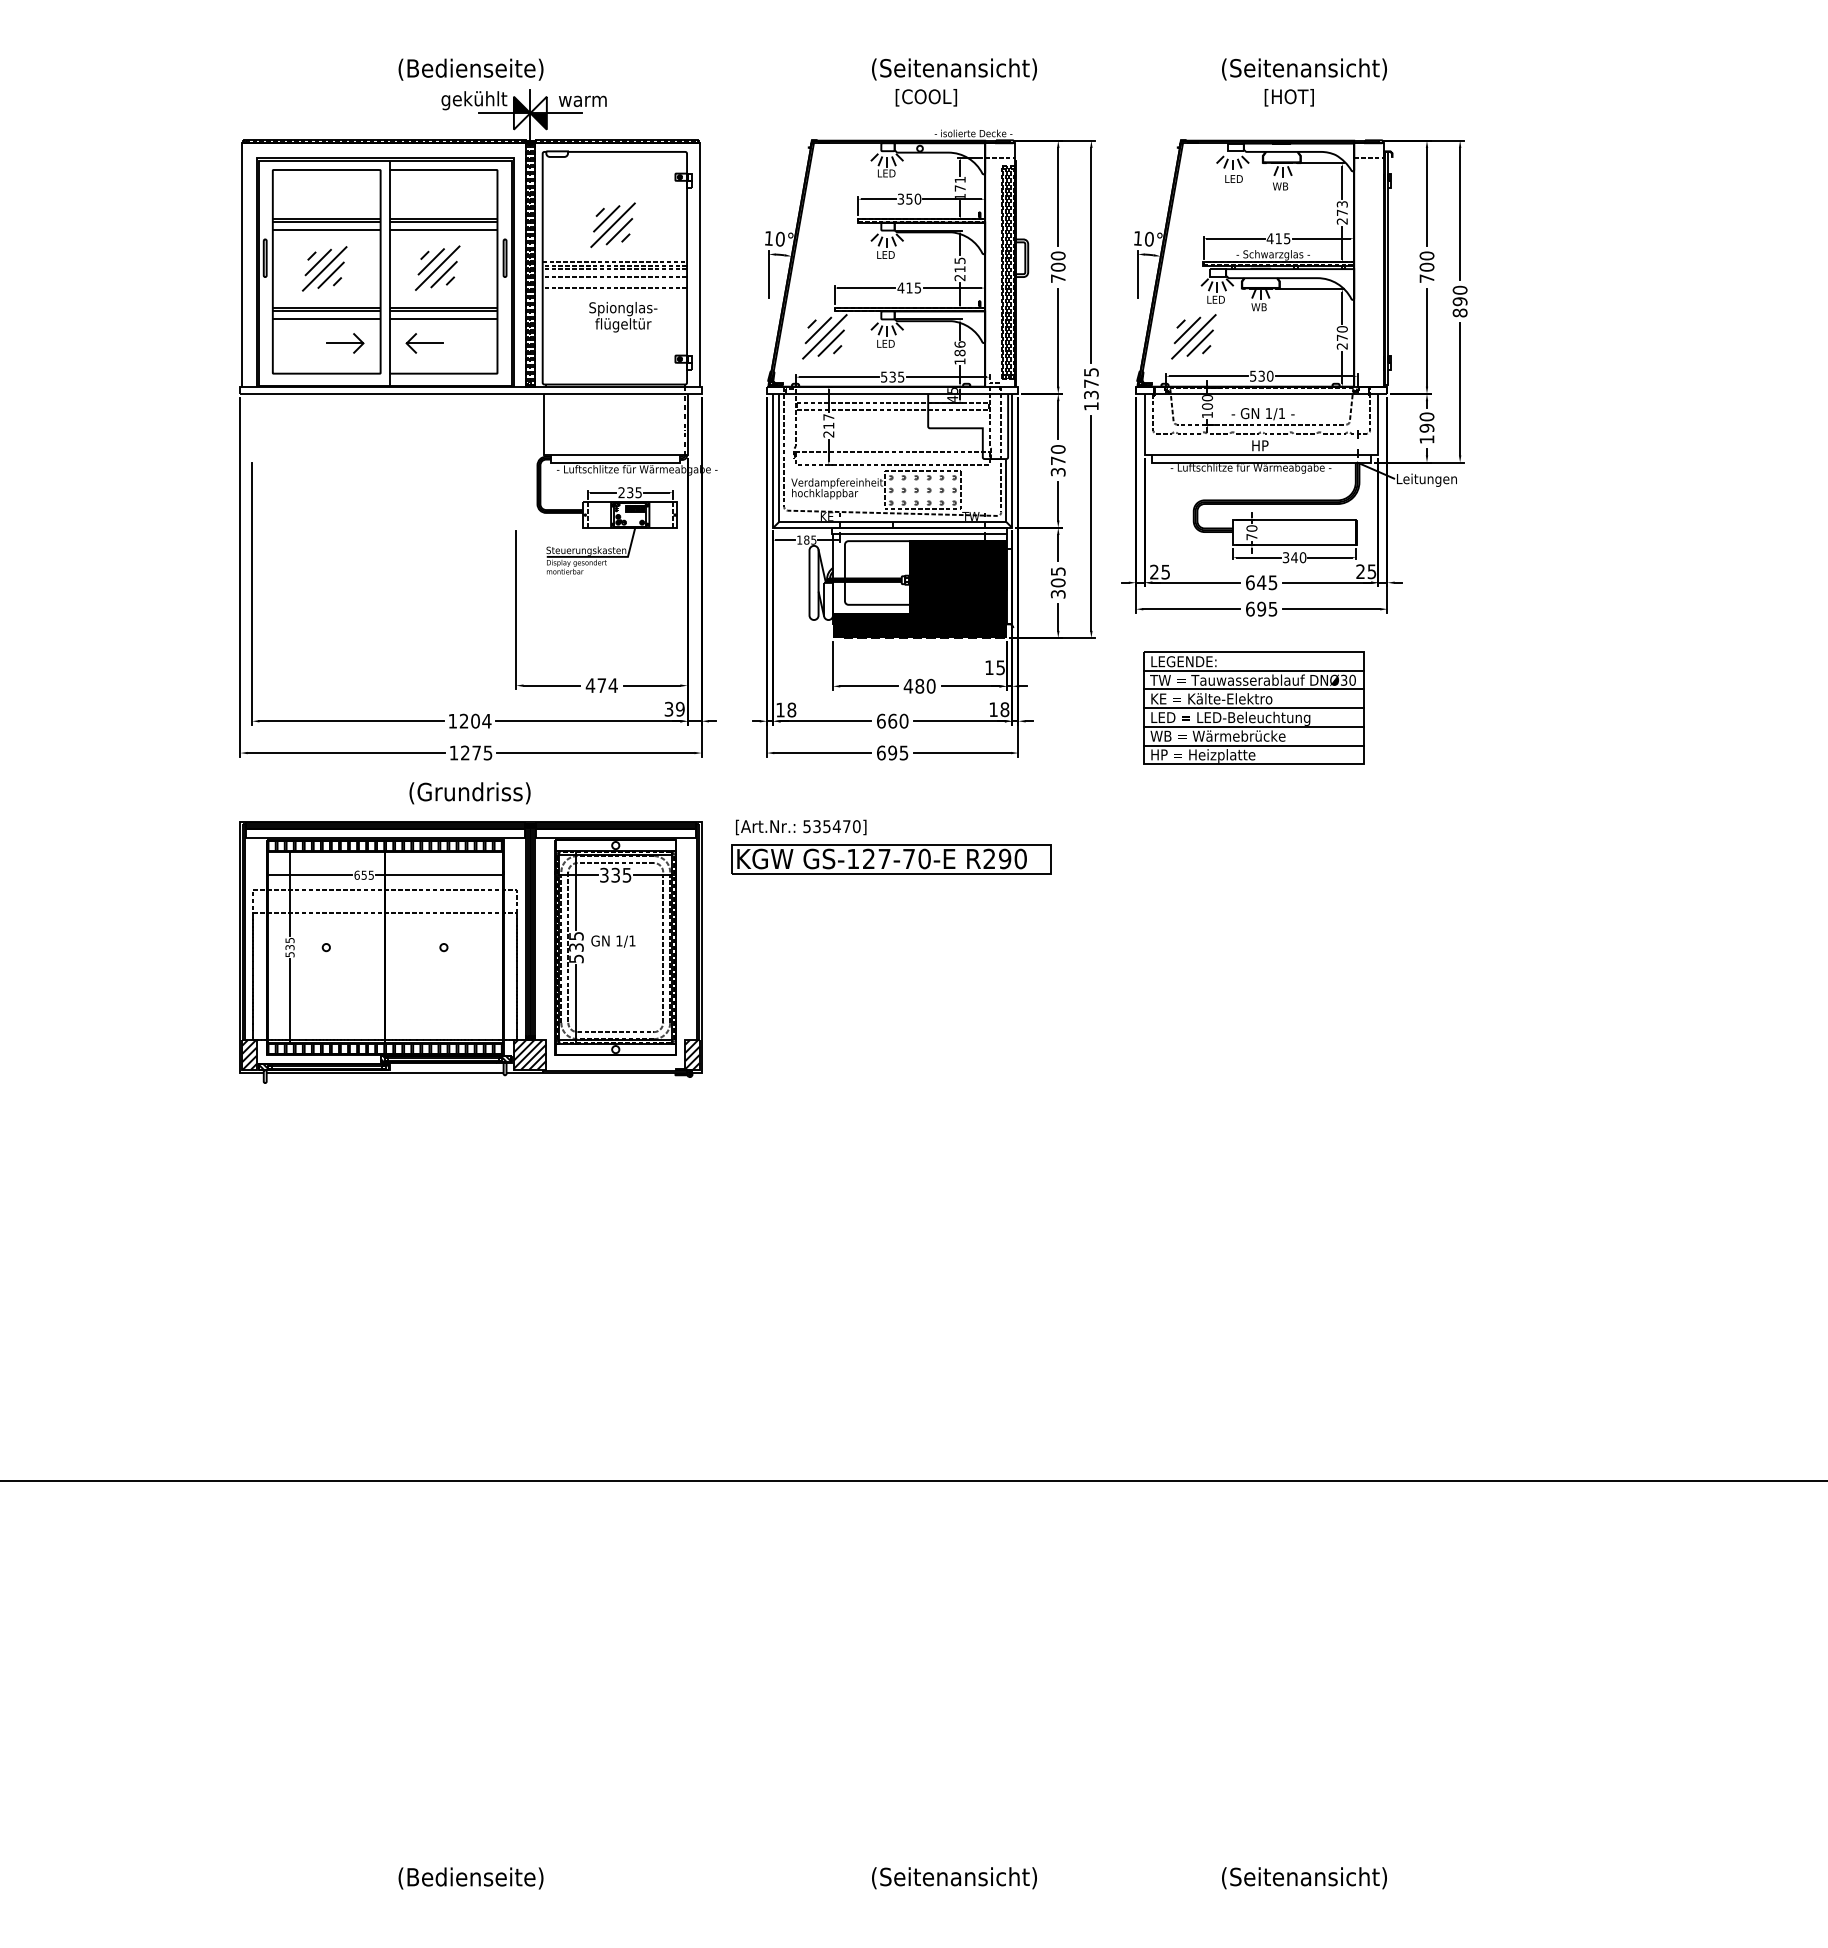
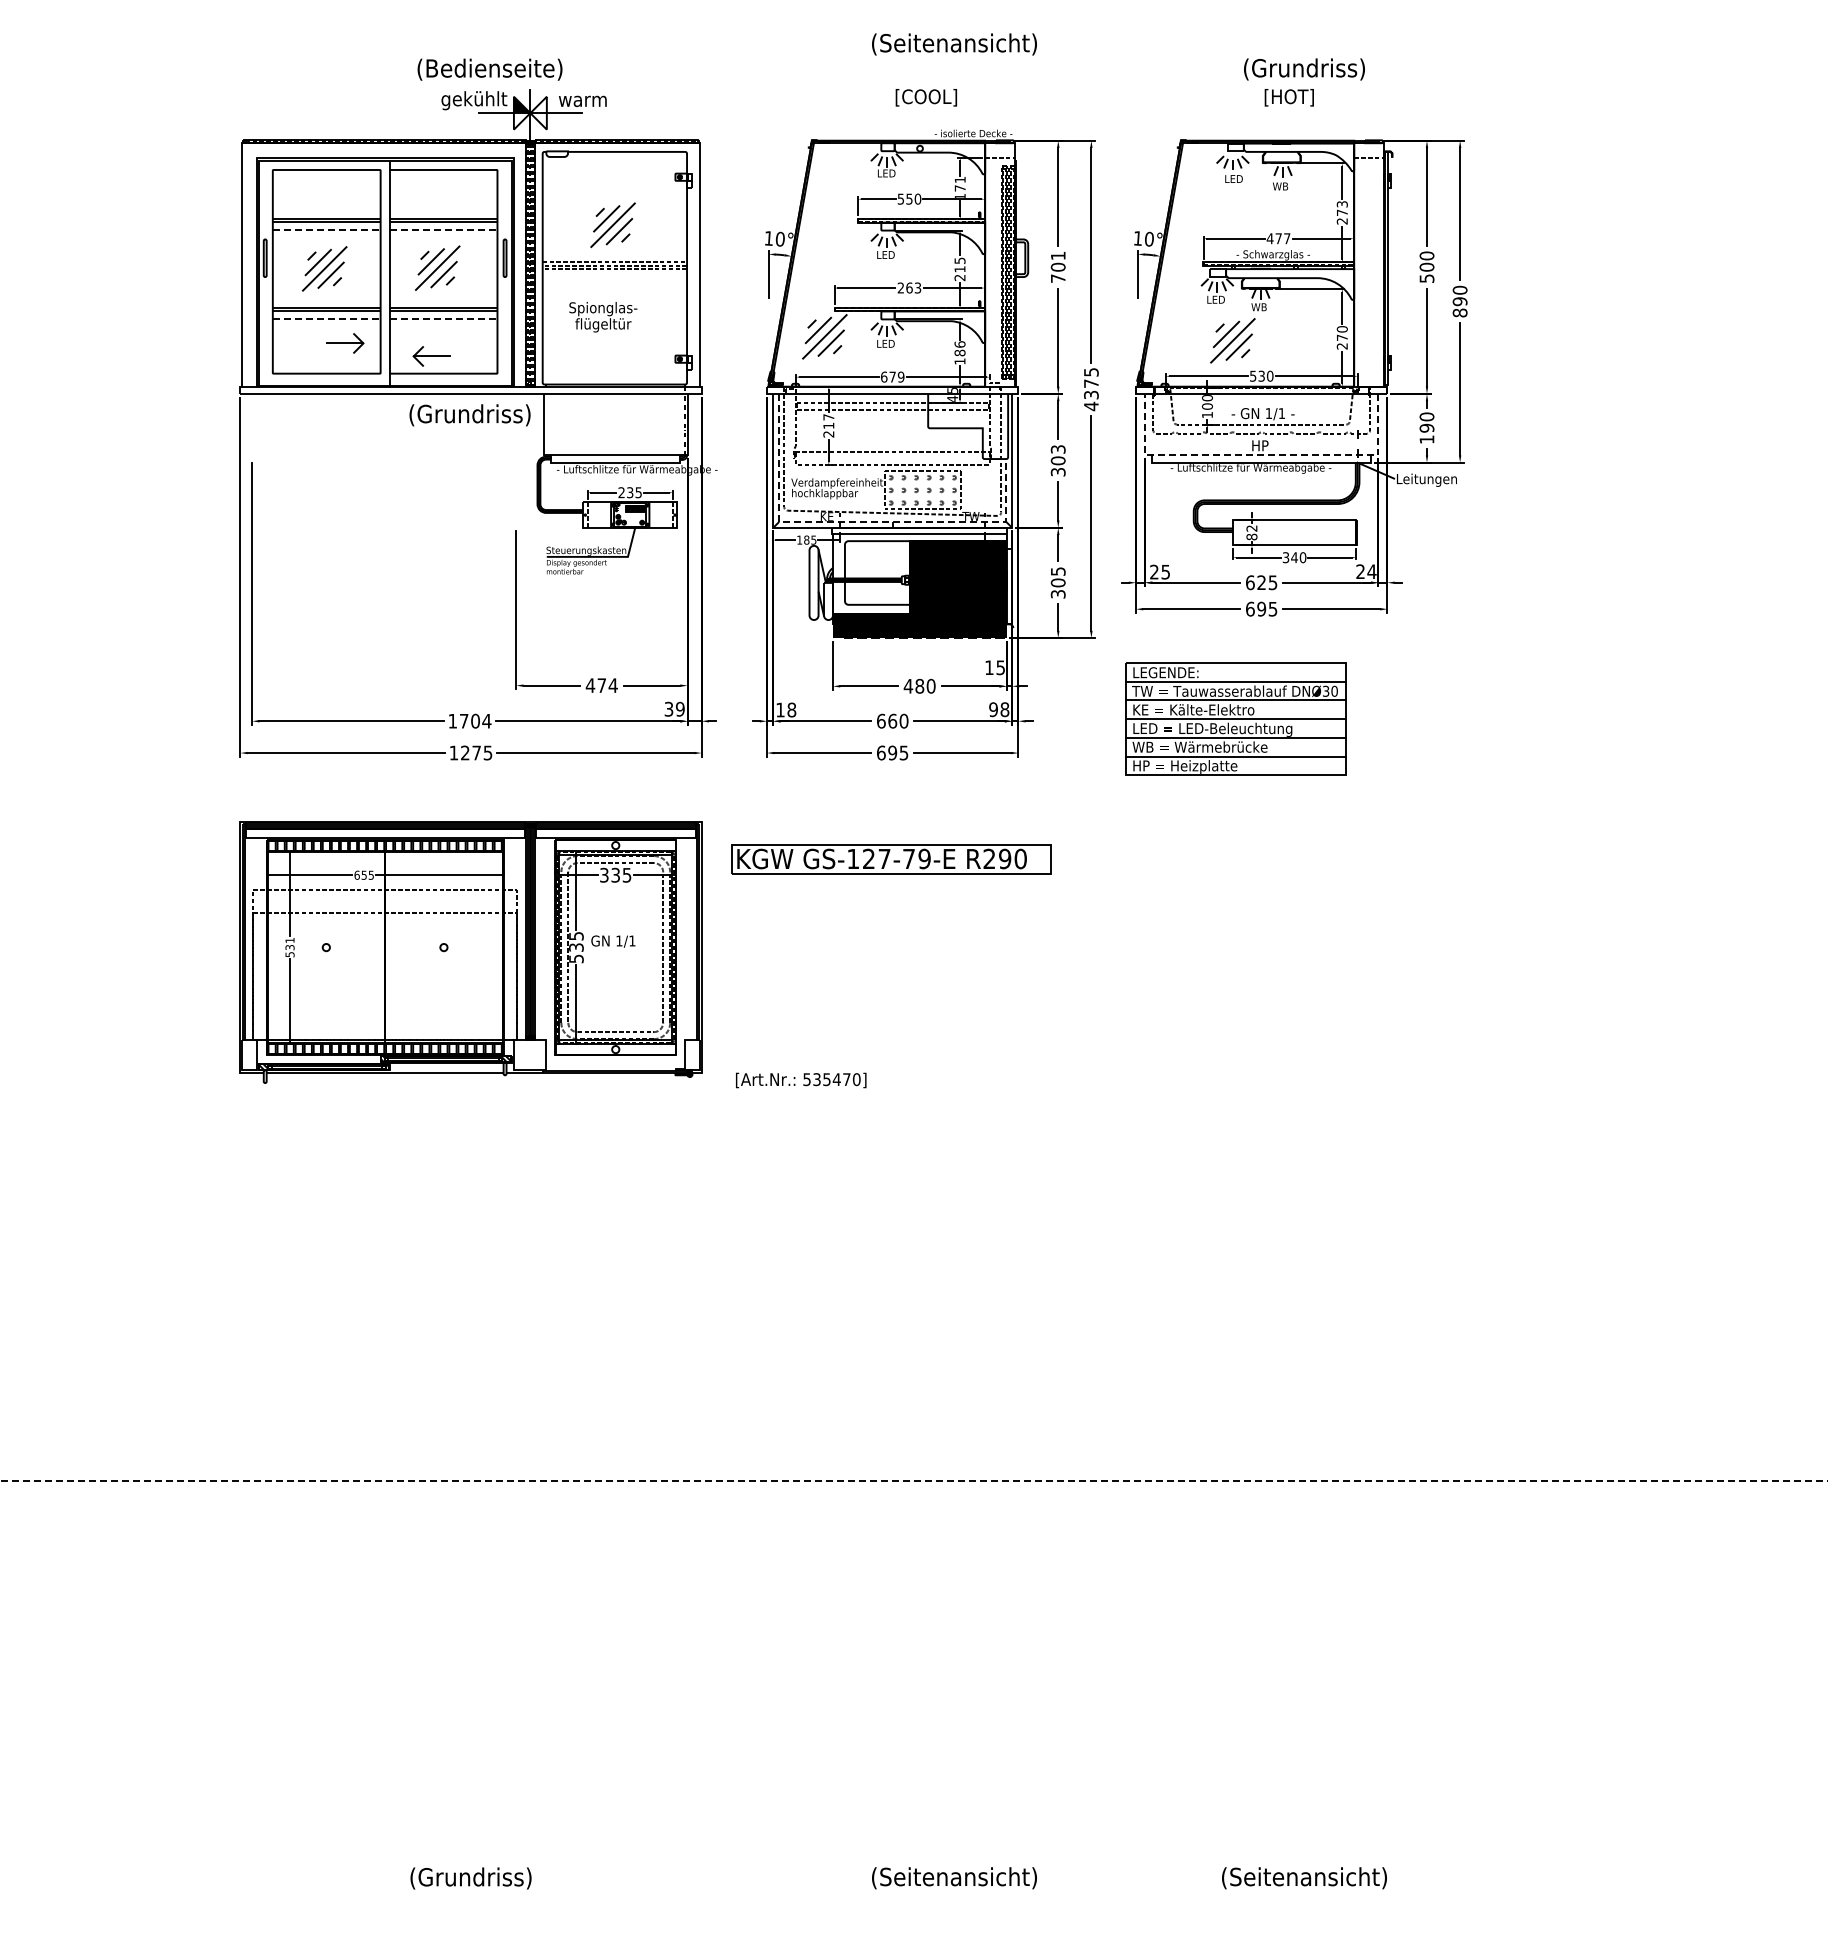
text at (470, 69) position: (470, 69) -> (489, 69)
text at (954, 69) position: (954, 69) -> (954, 44)
text at (1304, 69): (Seitenansicht) -> (Grundriss)
fill at (538, 121): present -> none
text at (900, 198): 350 -> 550
line at (326, 230): solid -> dashed
line at (443, 230): solid -> dashed
text at (1282, 238): 415 -> 477
text at (1057, 255): 700 -> 701
line at (614, 276): present -> none
text at (1426, 278): 700 -> 500
text at (909, 287): 415 -> 263
line at (614, 288): present -> none
text at (623, 317) position: (623, 317) -> (603, 317)
line at (326, 319): solid -> dashed
line at (443, 319): solid -> dashed
part at (1193, 336) position: (1193, 336) -> (1232, 340)
part at (424, 343) position: (424, 343) -> (431, 356)
text at (892, 376): 535 -> 679
text at (1091, 406): 1375 -> 4375
text at (1057, 455): 370 -> 303
line at (1261, 455): solid -> dashed
line at (859, 521): solid -> dashed
text at (1251, 532): 70 -> 82
text at (1371, 571): 25 -> 24
text at (1261, 582): 645 -> 625
part at (1253, 707) position: (1253, 707) -> (1235, 718)
text at (993, 709): 18 -> 98
text at (463, 720): 1204 -> 1704
text at (469, 793) position: (469, 793) -> (469, 415)
text at (801, 827) position: (801, 827) -> (801, 1080)
text at (924, 859): GS-127-70-E -> GS-127-79-E
text at (289, 940): 535 -> 531
hatch at (249, 1054): present -> none
hatch at (529, 1054): present -> none
hatch at (692, 1054): present -> none
line at (914, 1481): solid -> dashed
text at (470, 1878): (Bedienseite) -> (Grundriss)
